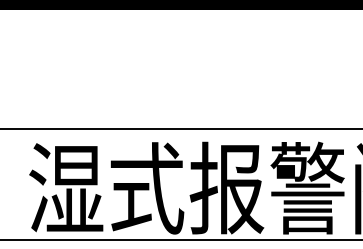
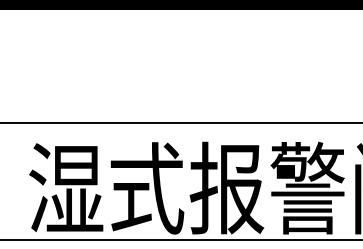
line at (180, 128) position: (180, 128) -> (180, 122)
